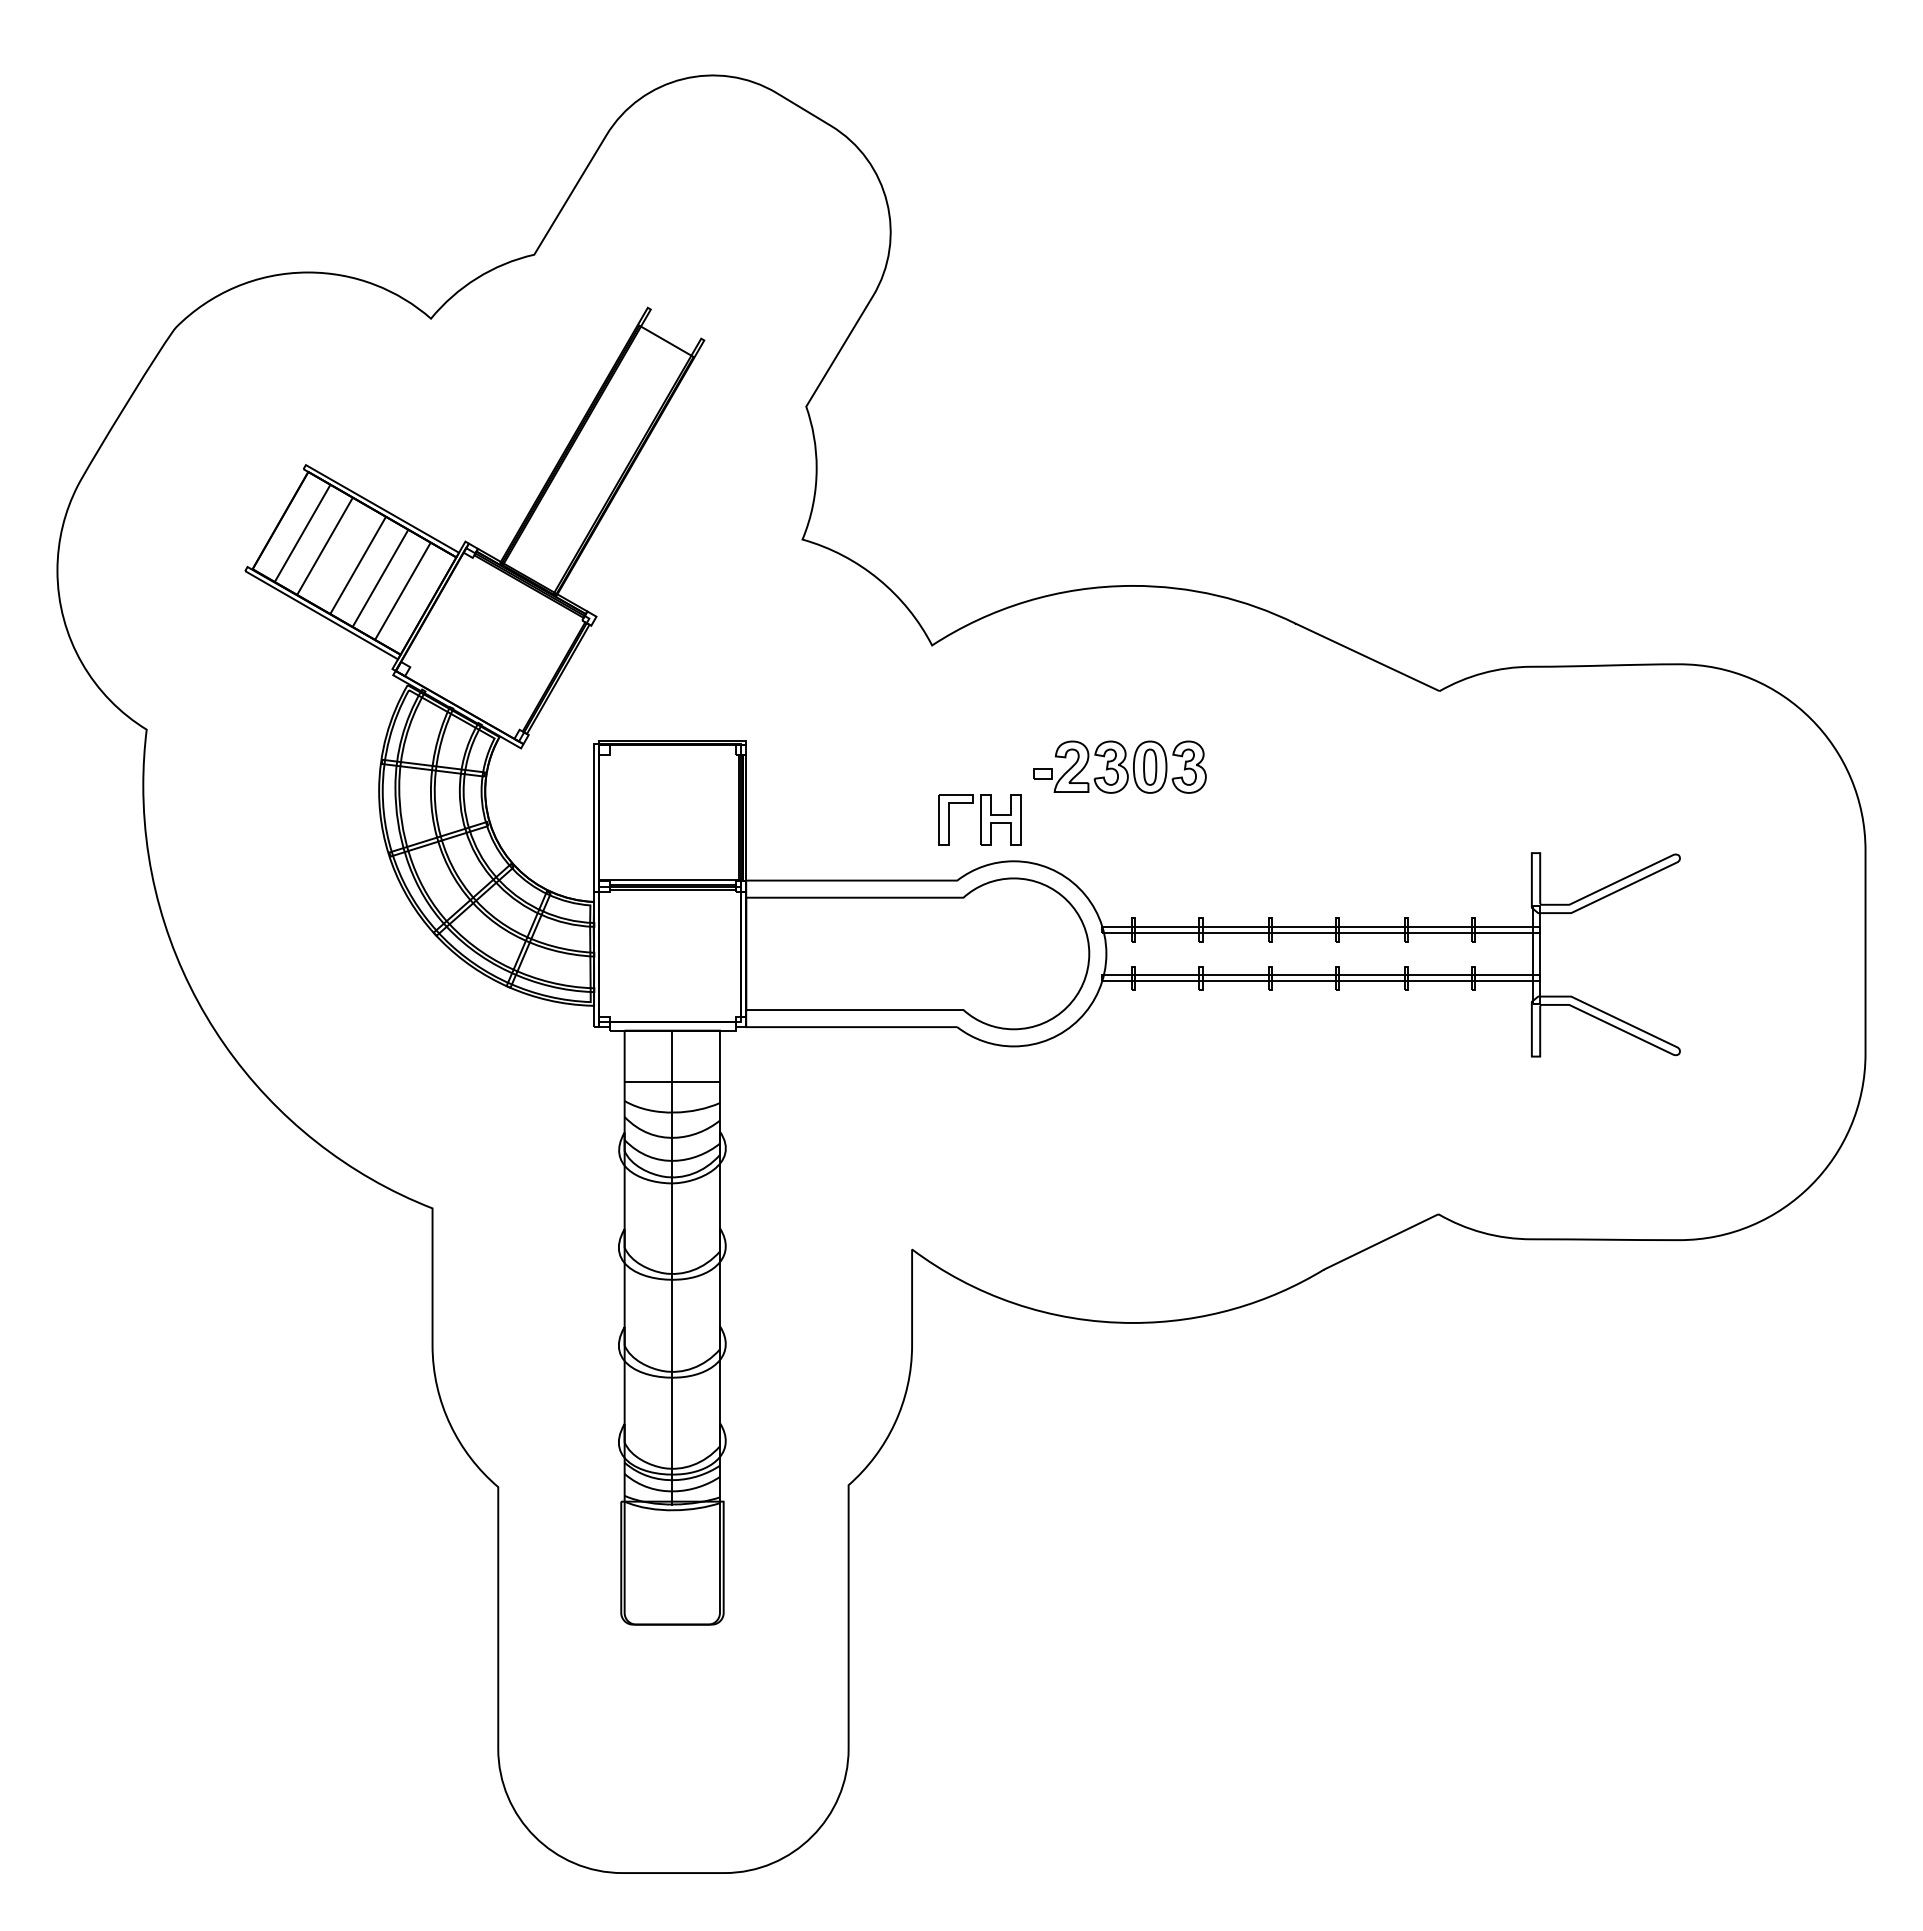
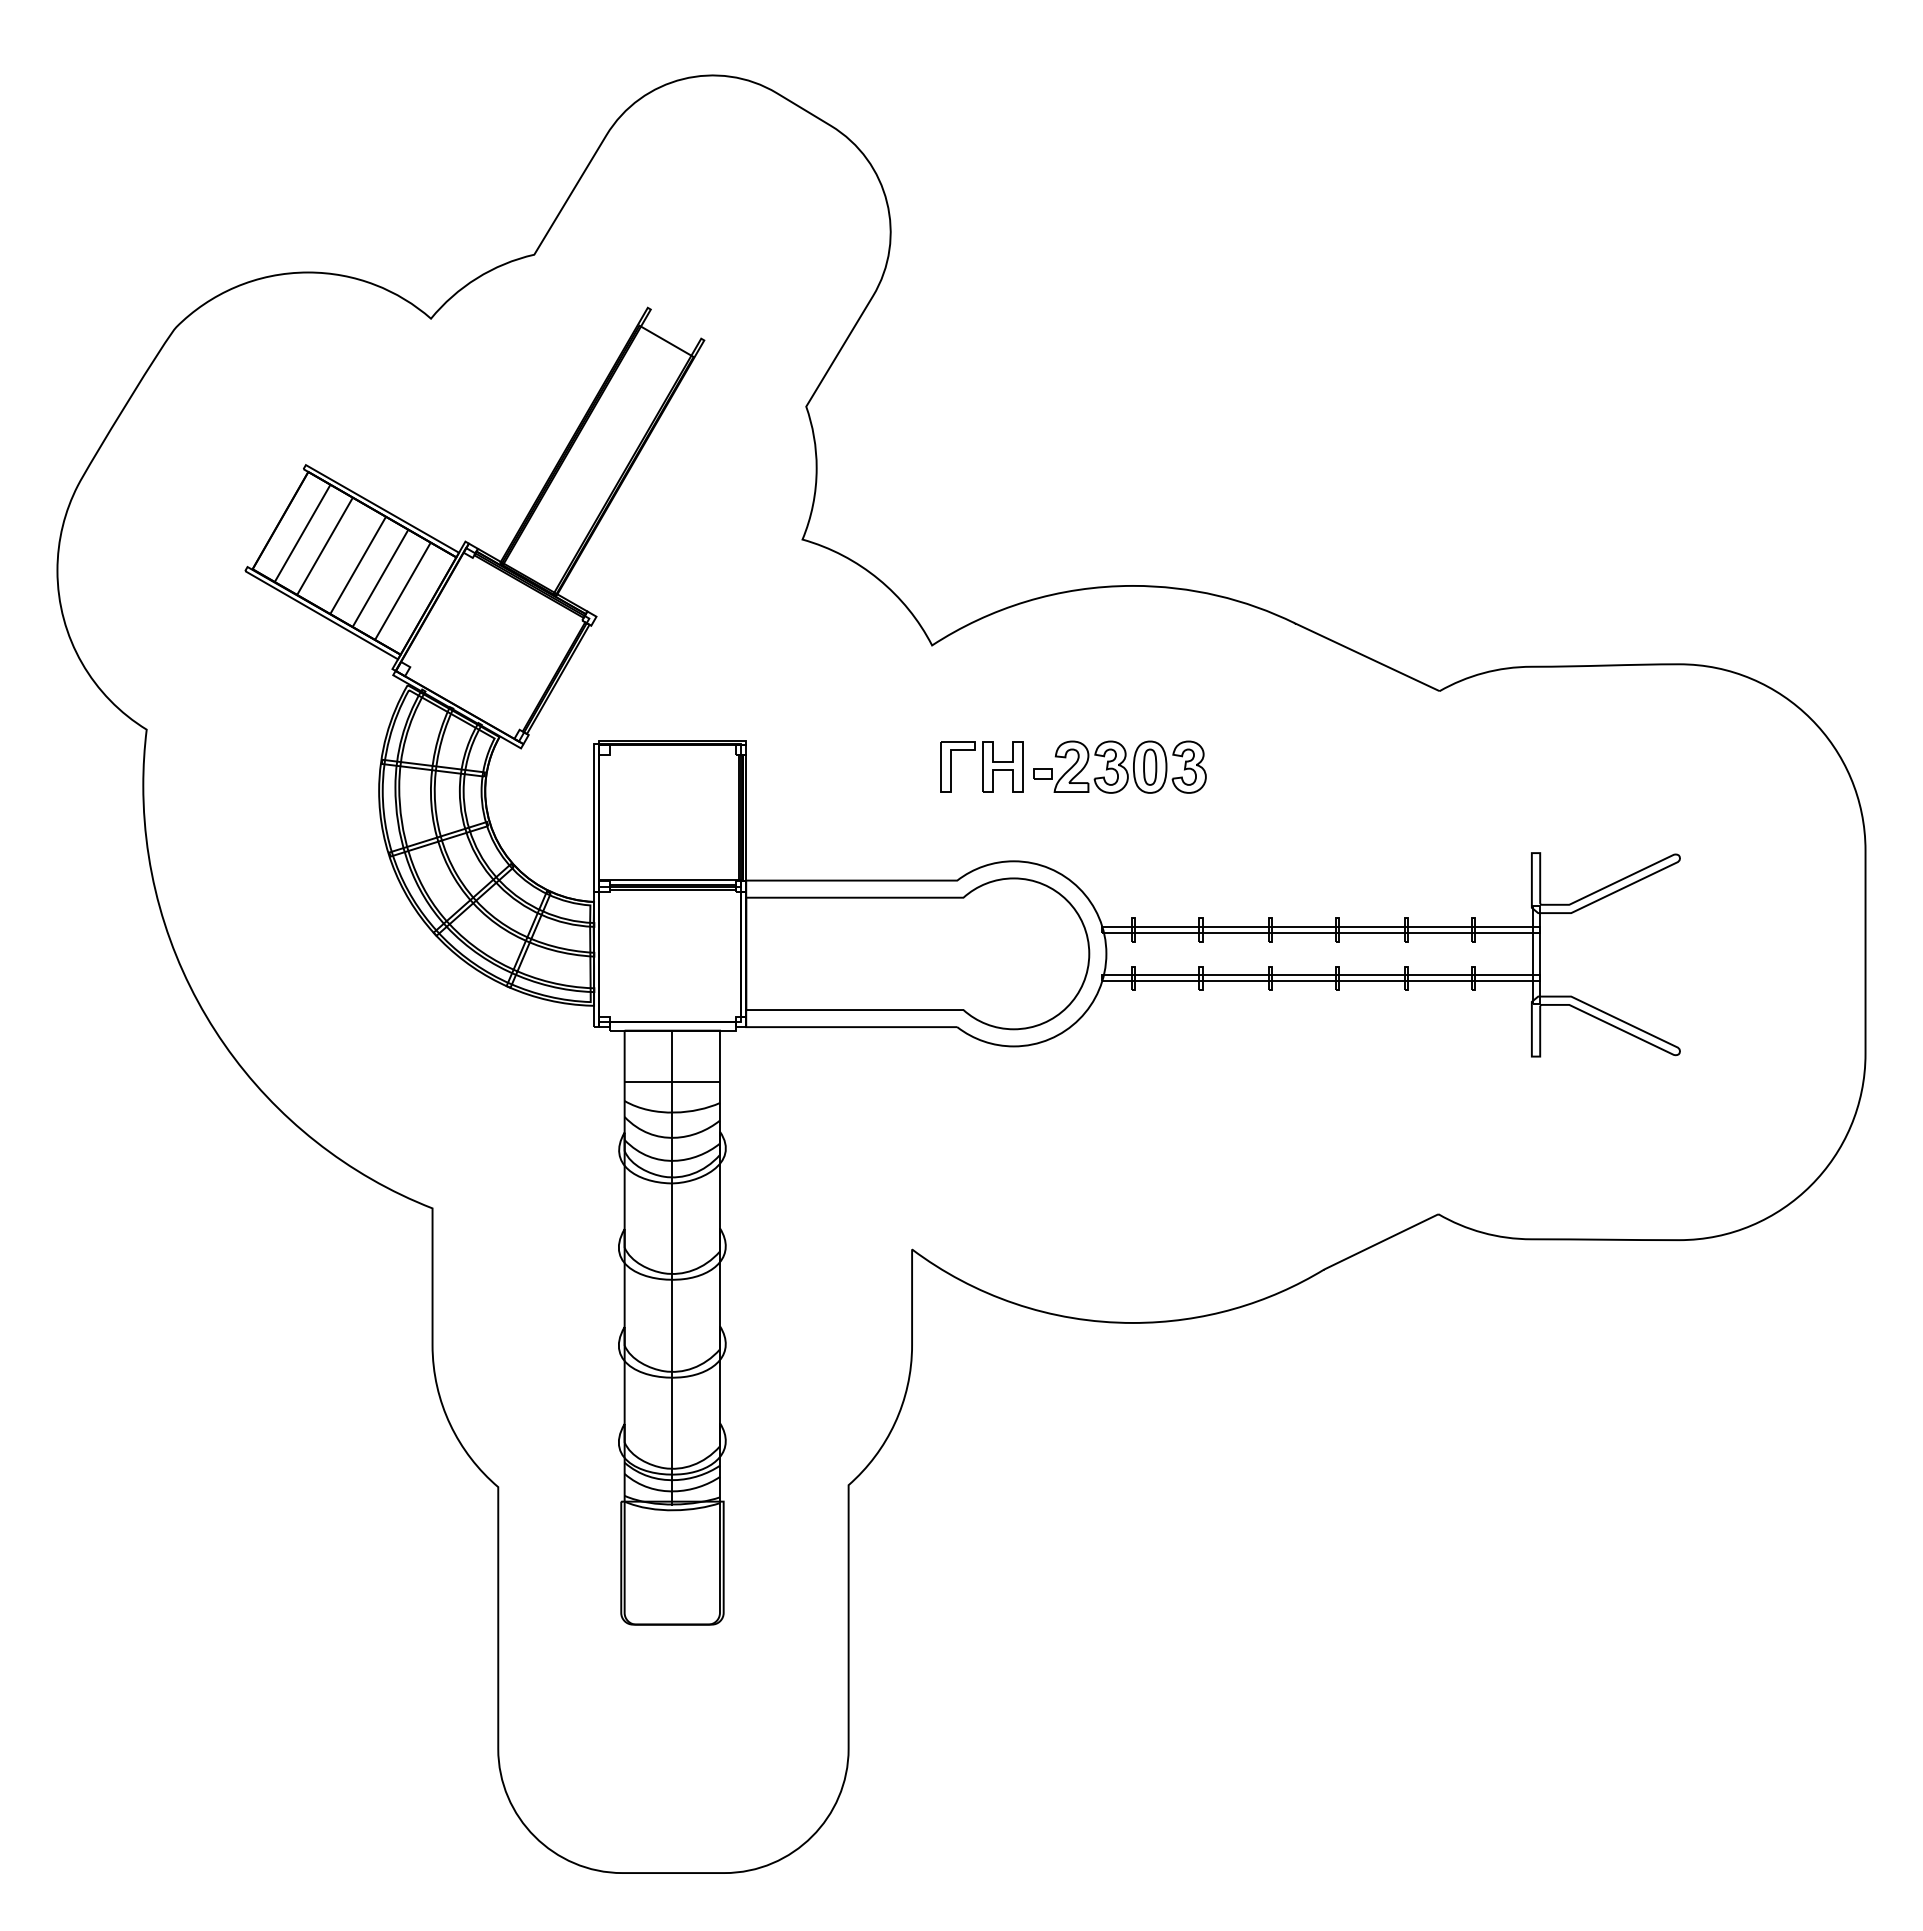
part at (979, 819) position: (979, 819) -> (981, 766)
